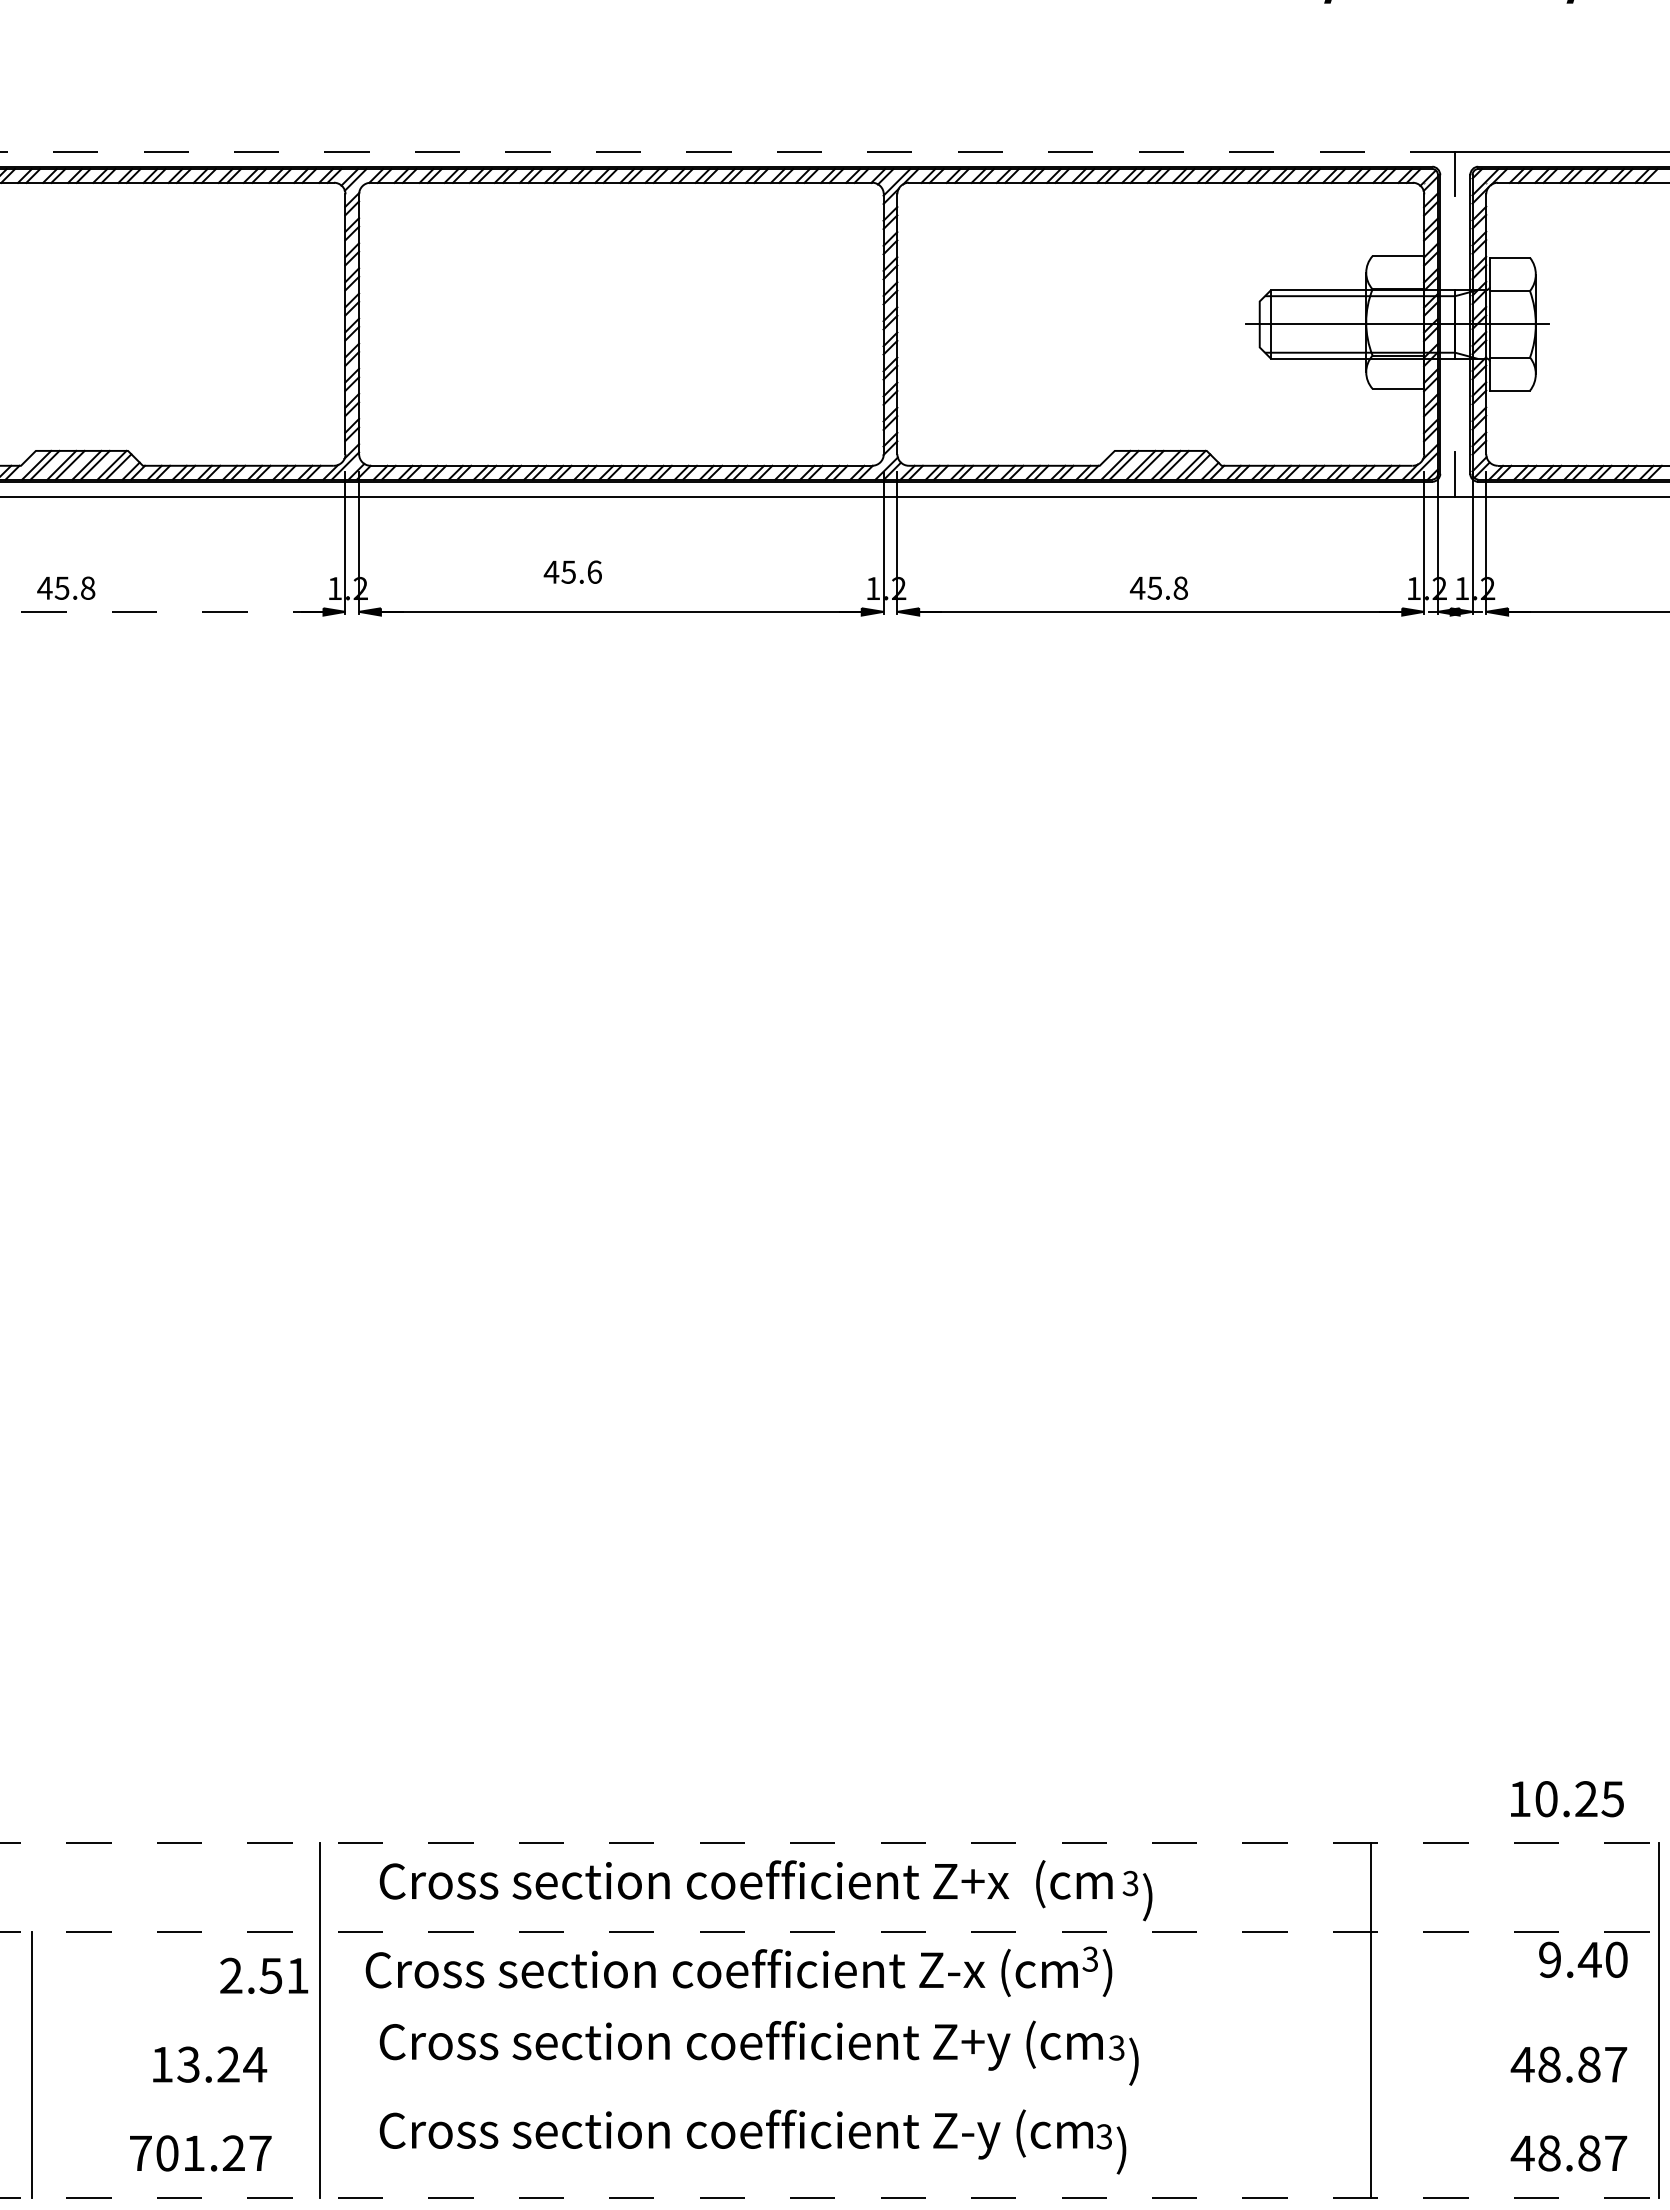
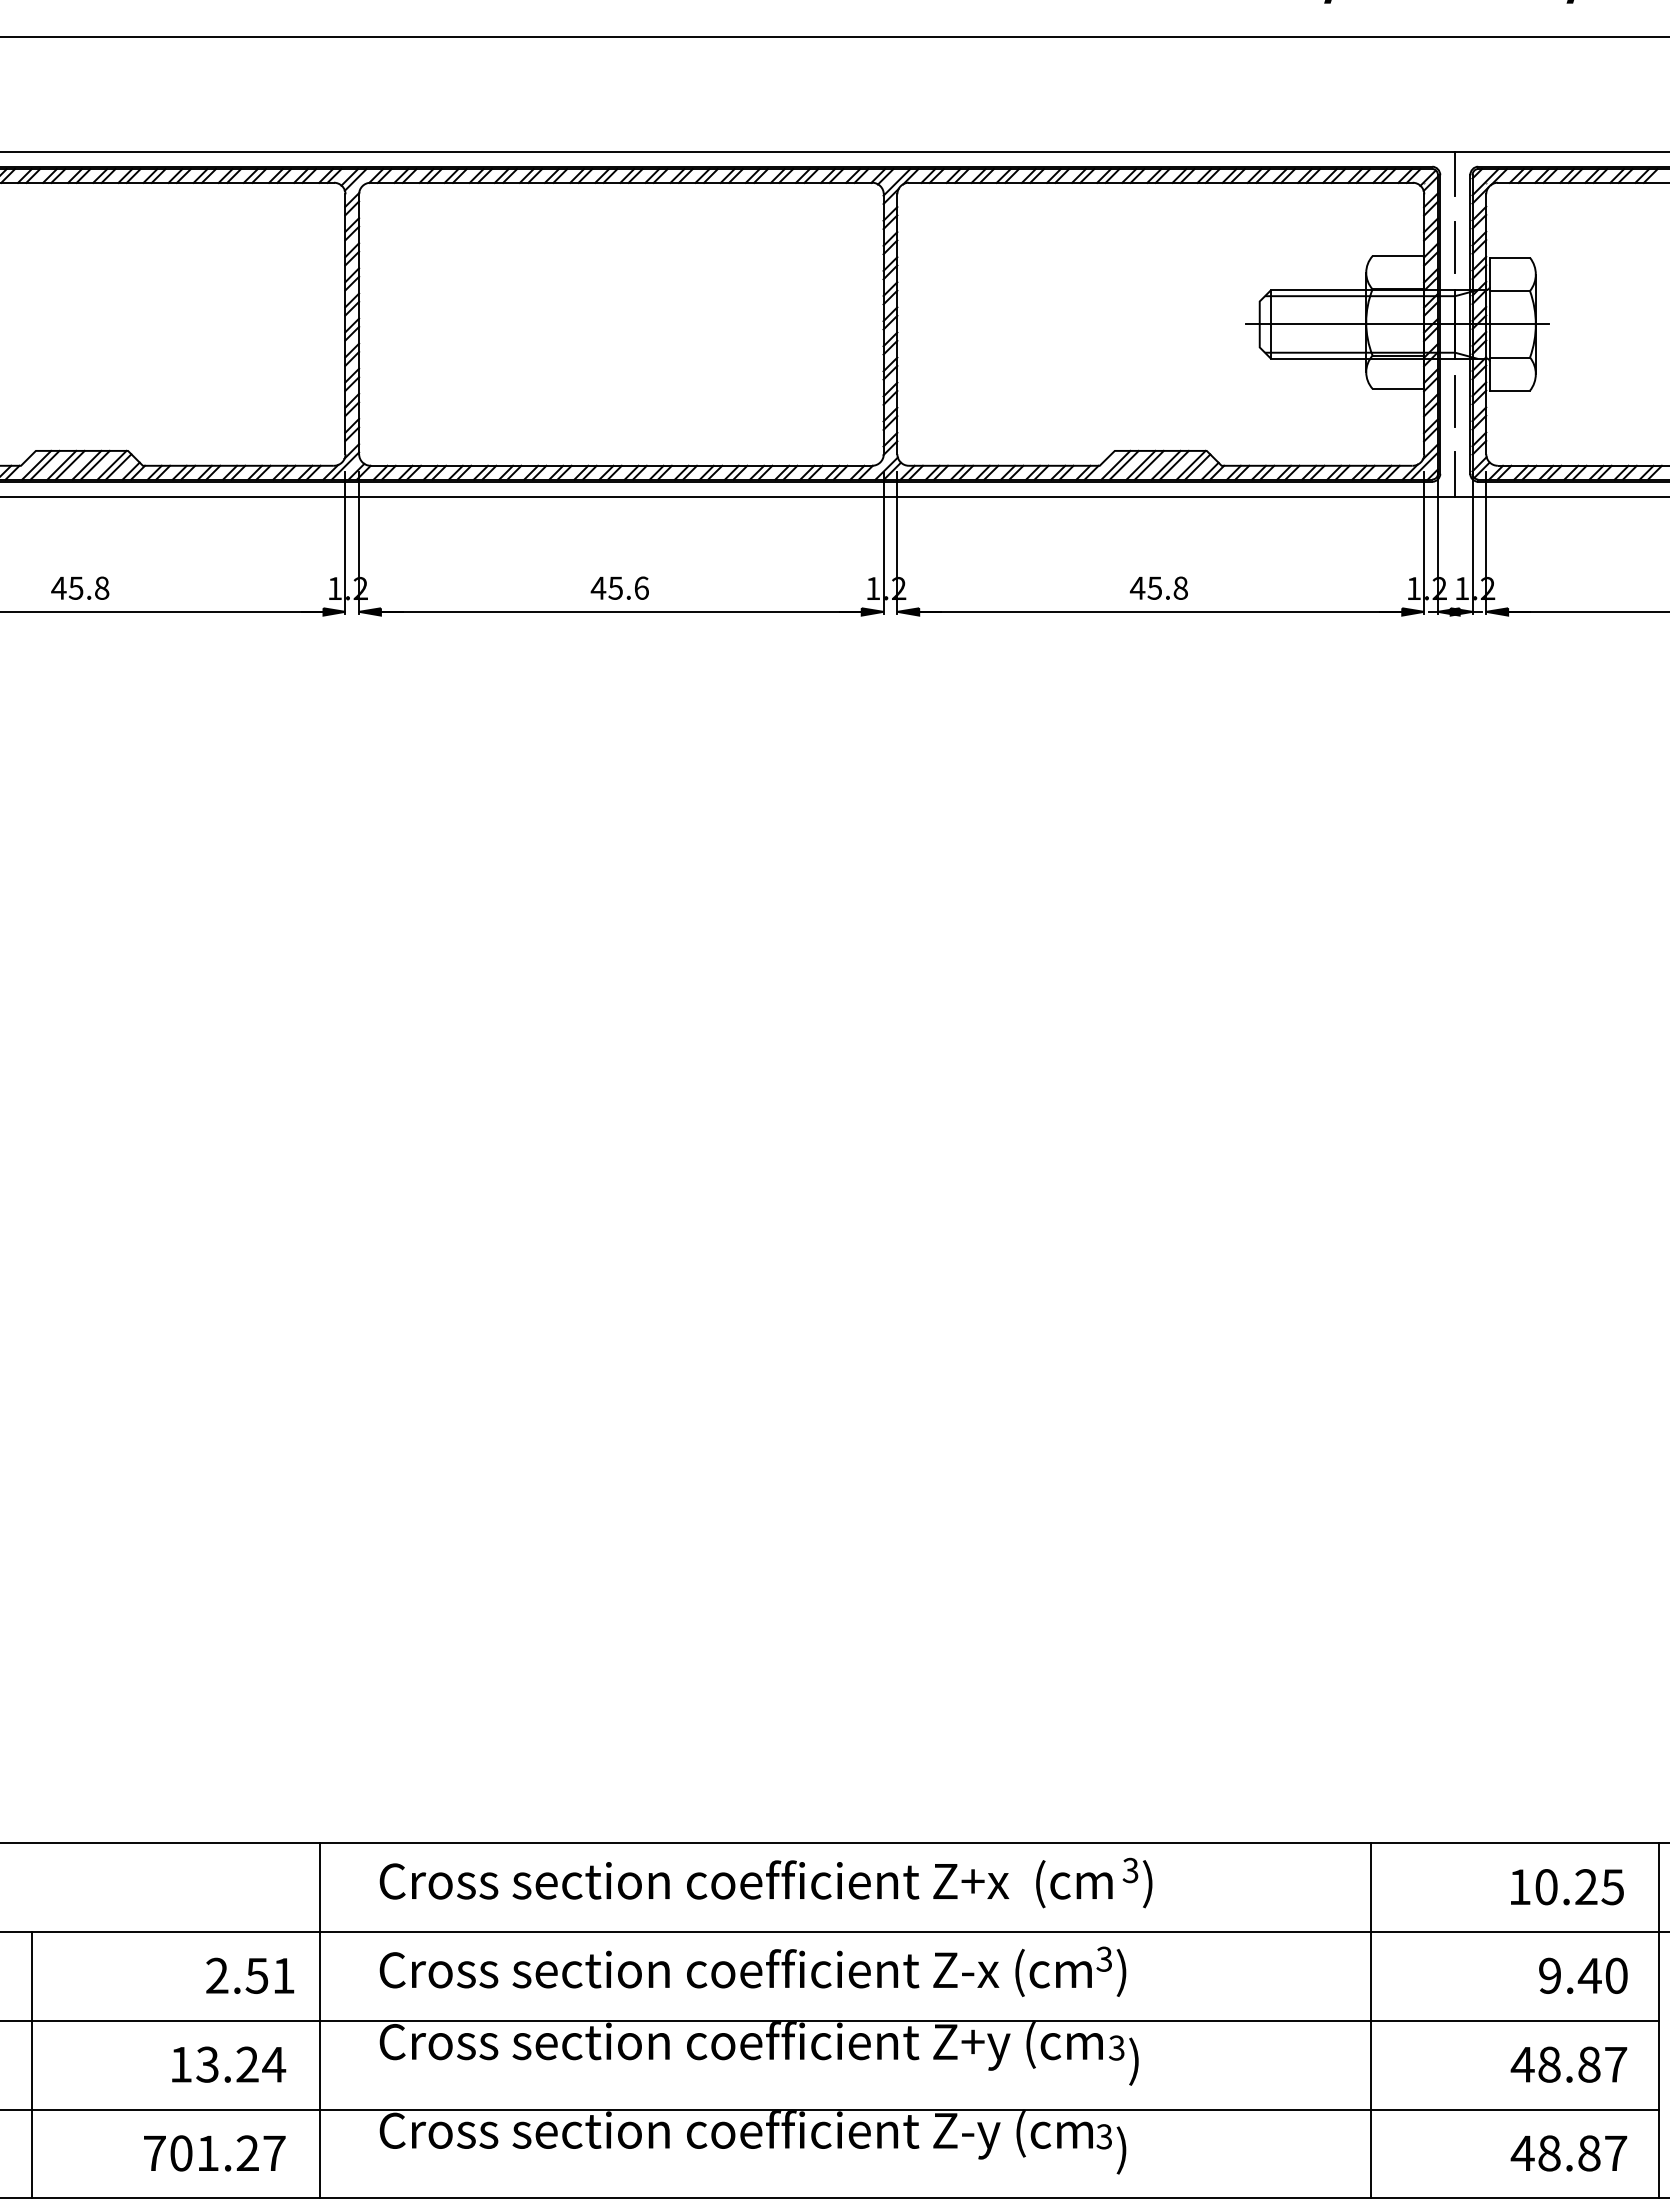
line at (834, 36): none -> present
line at (727, 151): dashed -> solid
line at (1454, 247): none -> present
line at (1455, 400): none -> present
text at (572, 571) position: (572, 571) -> (619, 587)
text at (66, 587) position: (66, 587) -> (80, 587)
line at (161, 611): dashed -> solid
text at (1567, 1799) position: (1567, 1799) -> (1567, 1887)
line at (835, 1843): dashed -> solid
text at (1137, 1895) position: (1137, 1895) -> (1137, 1882)
line at (835, 1932): dashed -> solid
text at (1583, 1959) position: (1583, 1959) -> (1583, 1975)
text at (738, 1971) position: (738, 1971) -> (752, 1971)
text at (264, 1975) position: (264, 1975) -> (250, 1975)
line at (830, 2020): none -> present
text at (210, 2064) position: (210, 2064) -> (229, 2064)
line at (830, 2109): none -> present
text at (200, 2153) position: (200, 2153) -> (214, 2153)
line at (835, 2198): dashed -> solid
